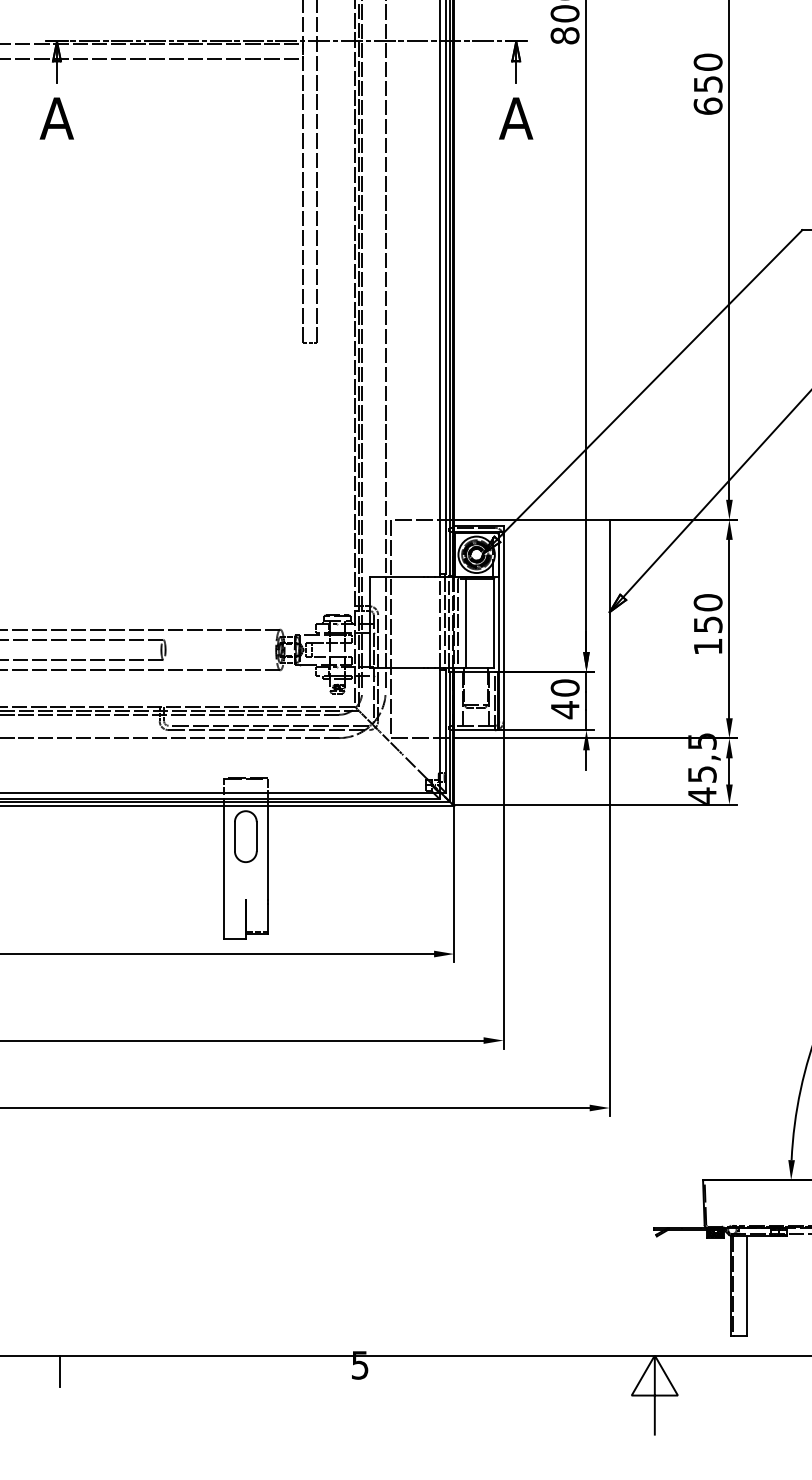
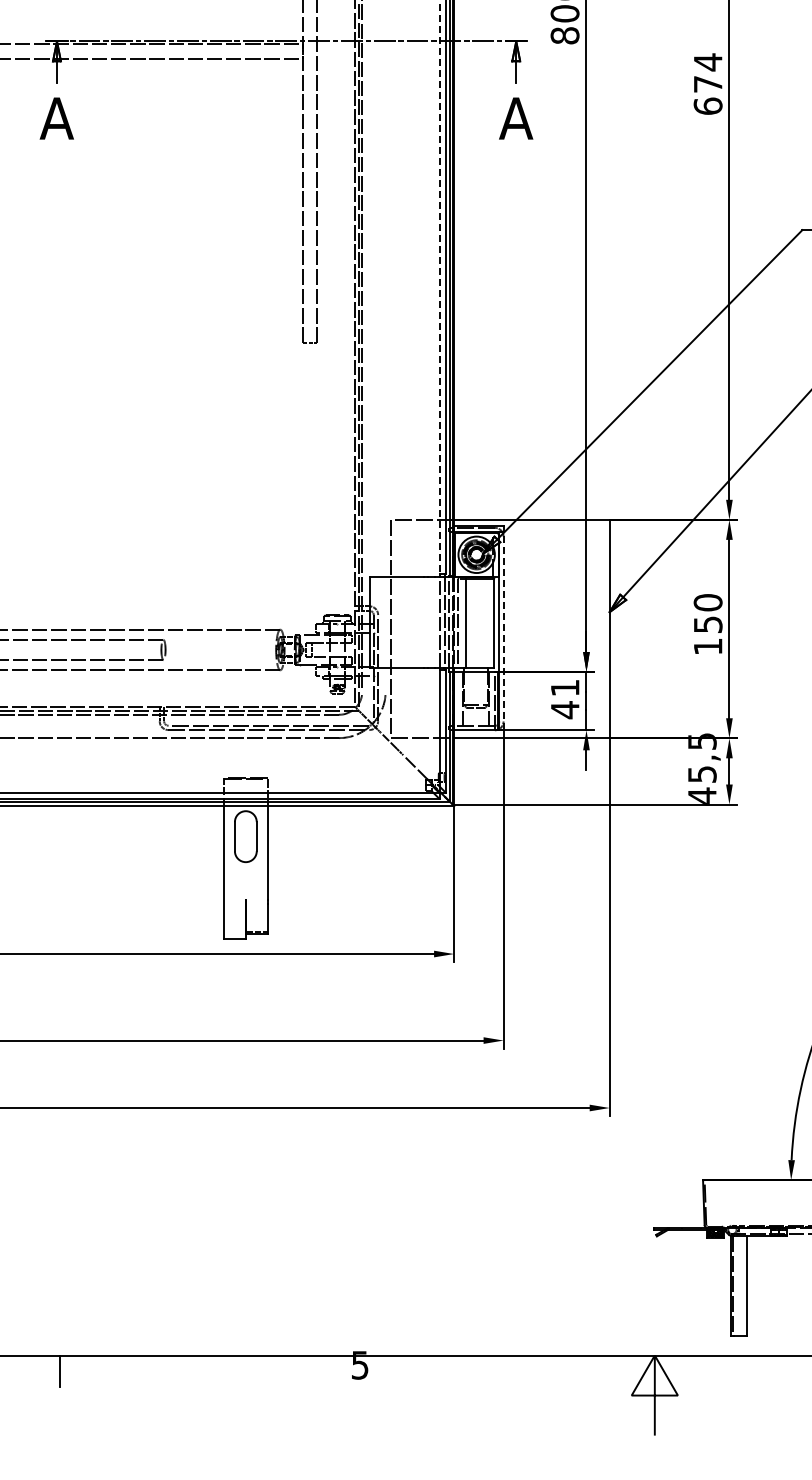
text at (707, 72): 650 -> 674
line at (440, 287): solid -> dashed
line at (385, 346): present -> none
line at (503, 630): solid -> dashed
text at (564, 687): 40 -> 41
